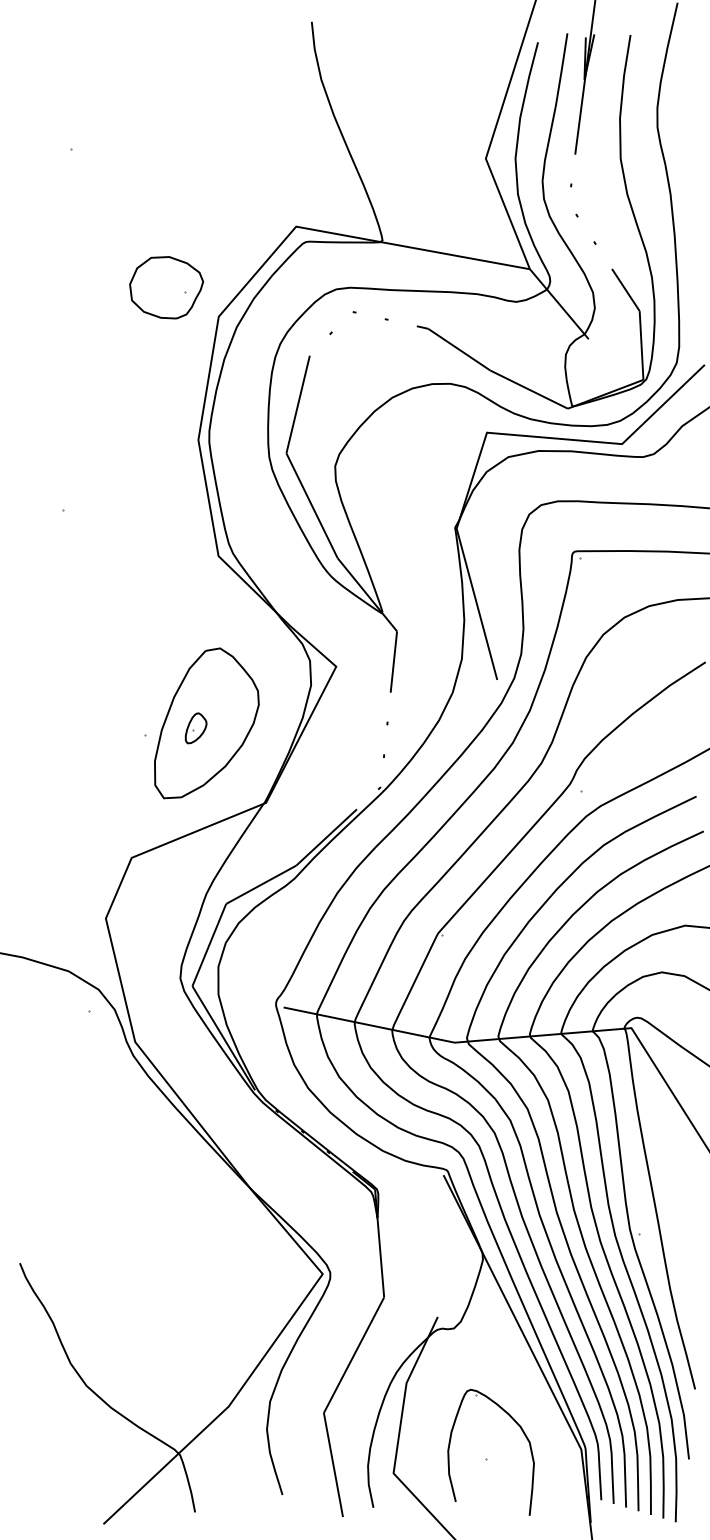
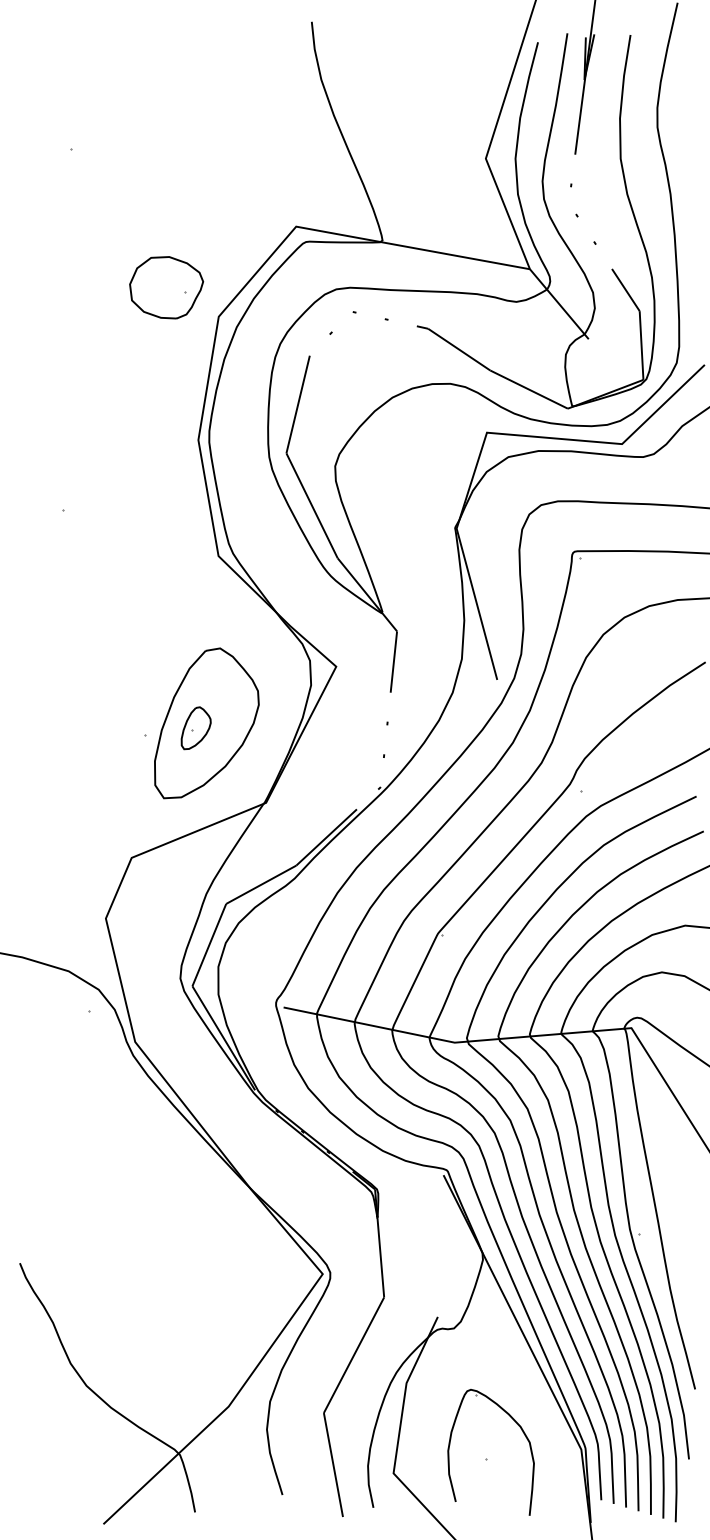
part at (195, 728) size: 24x33 px -> 32x45 px
